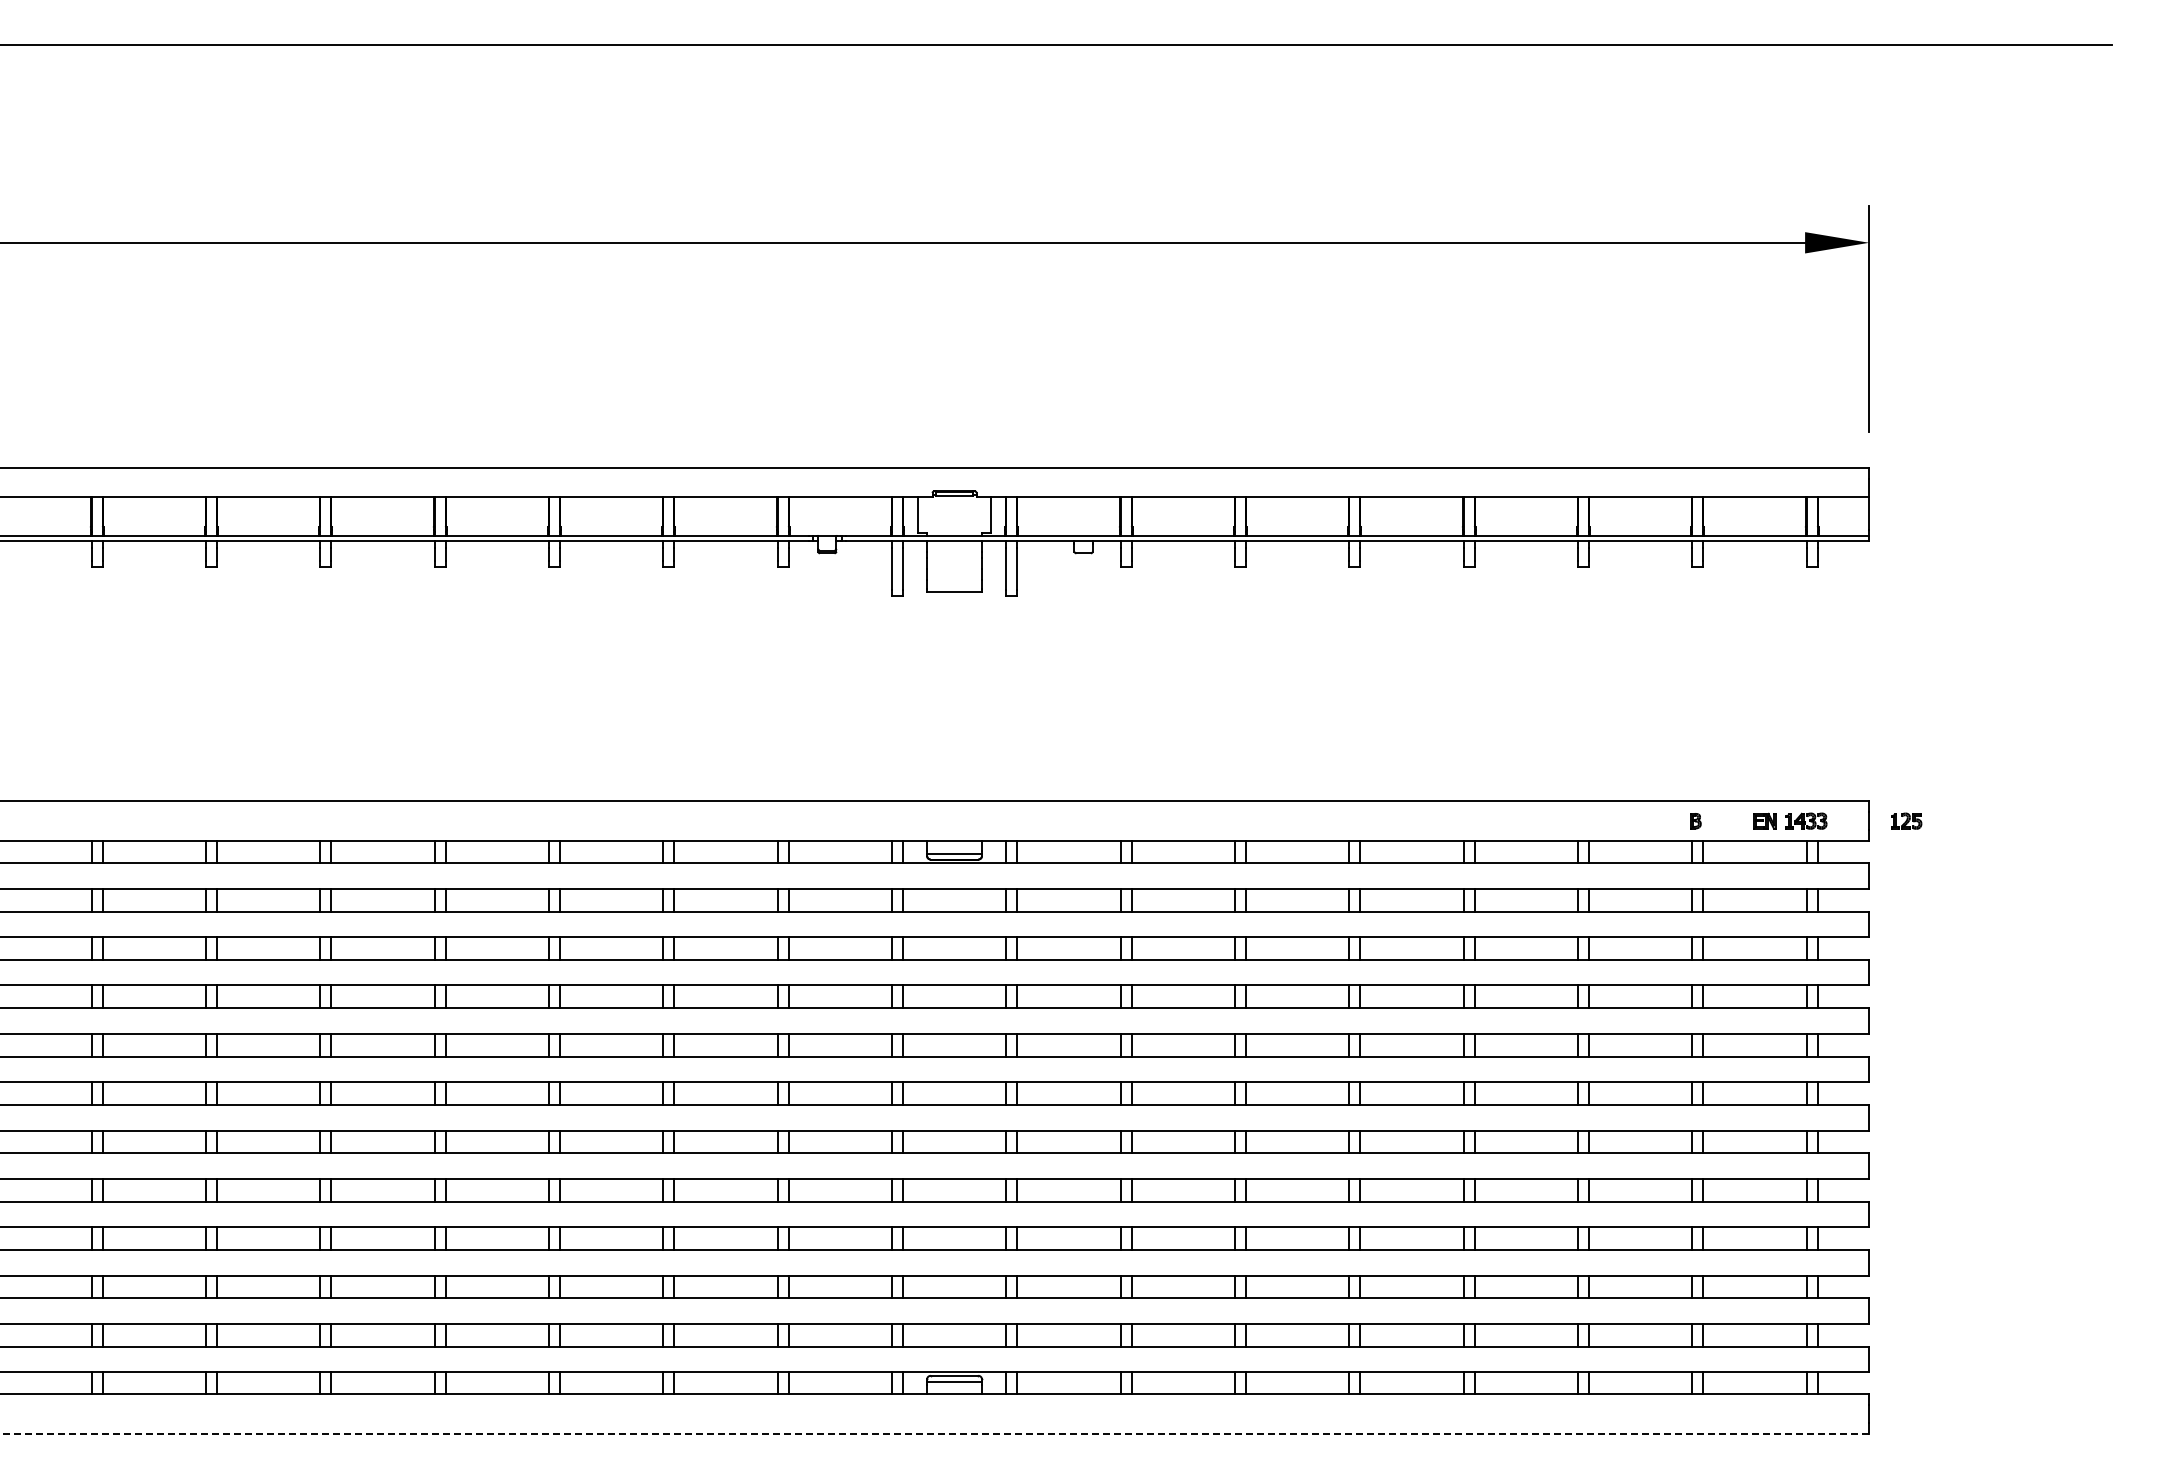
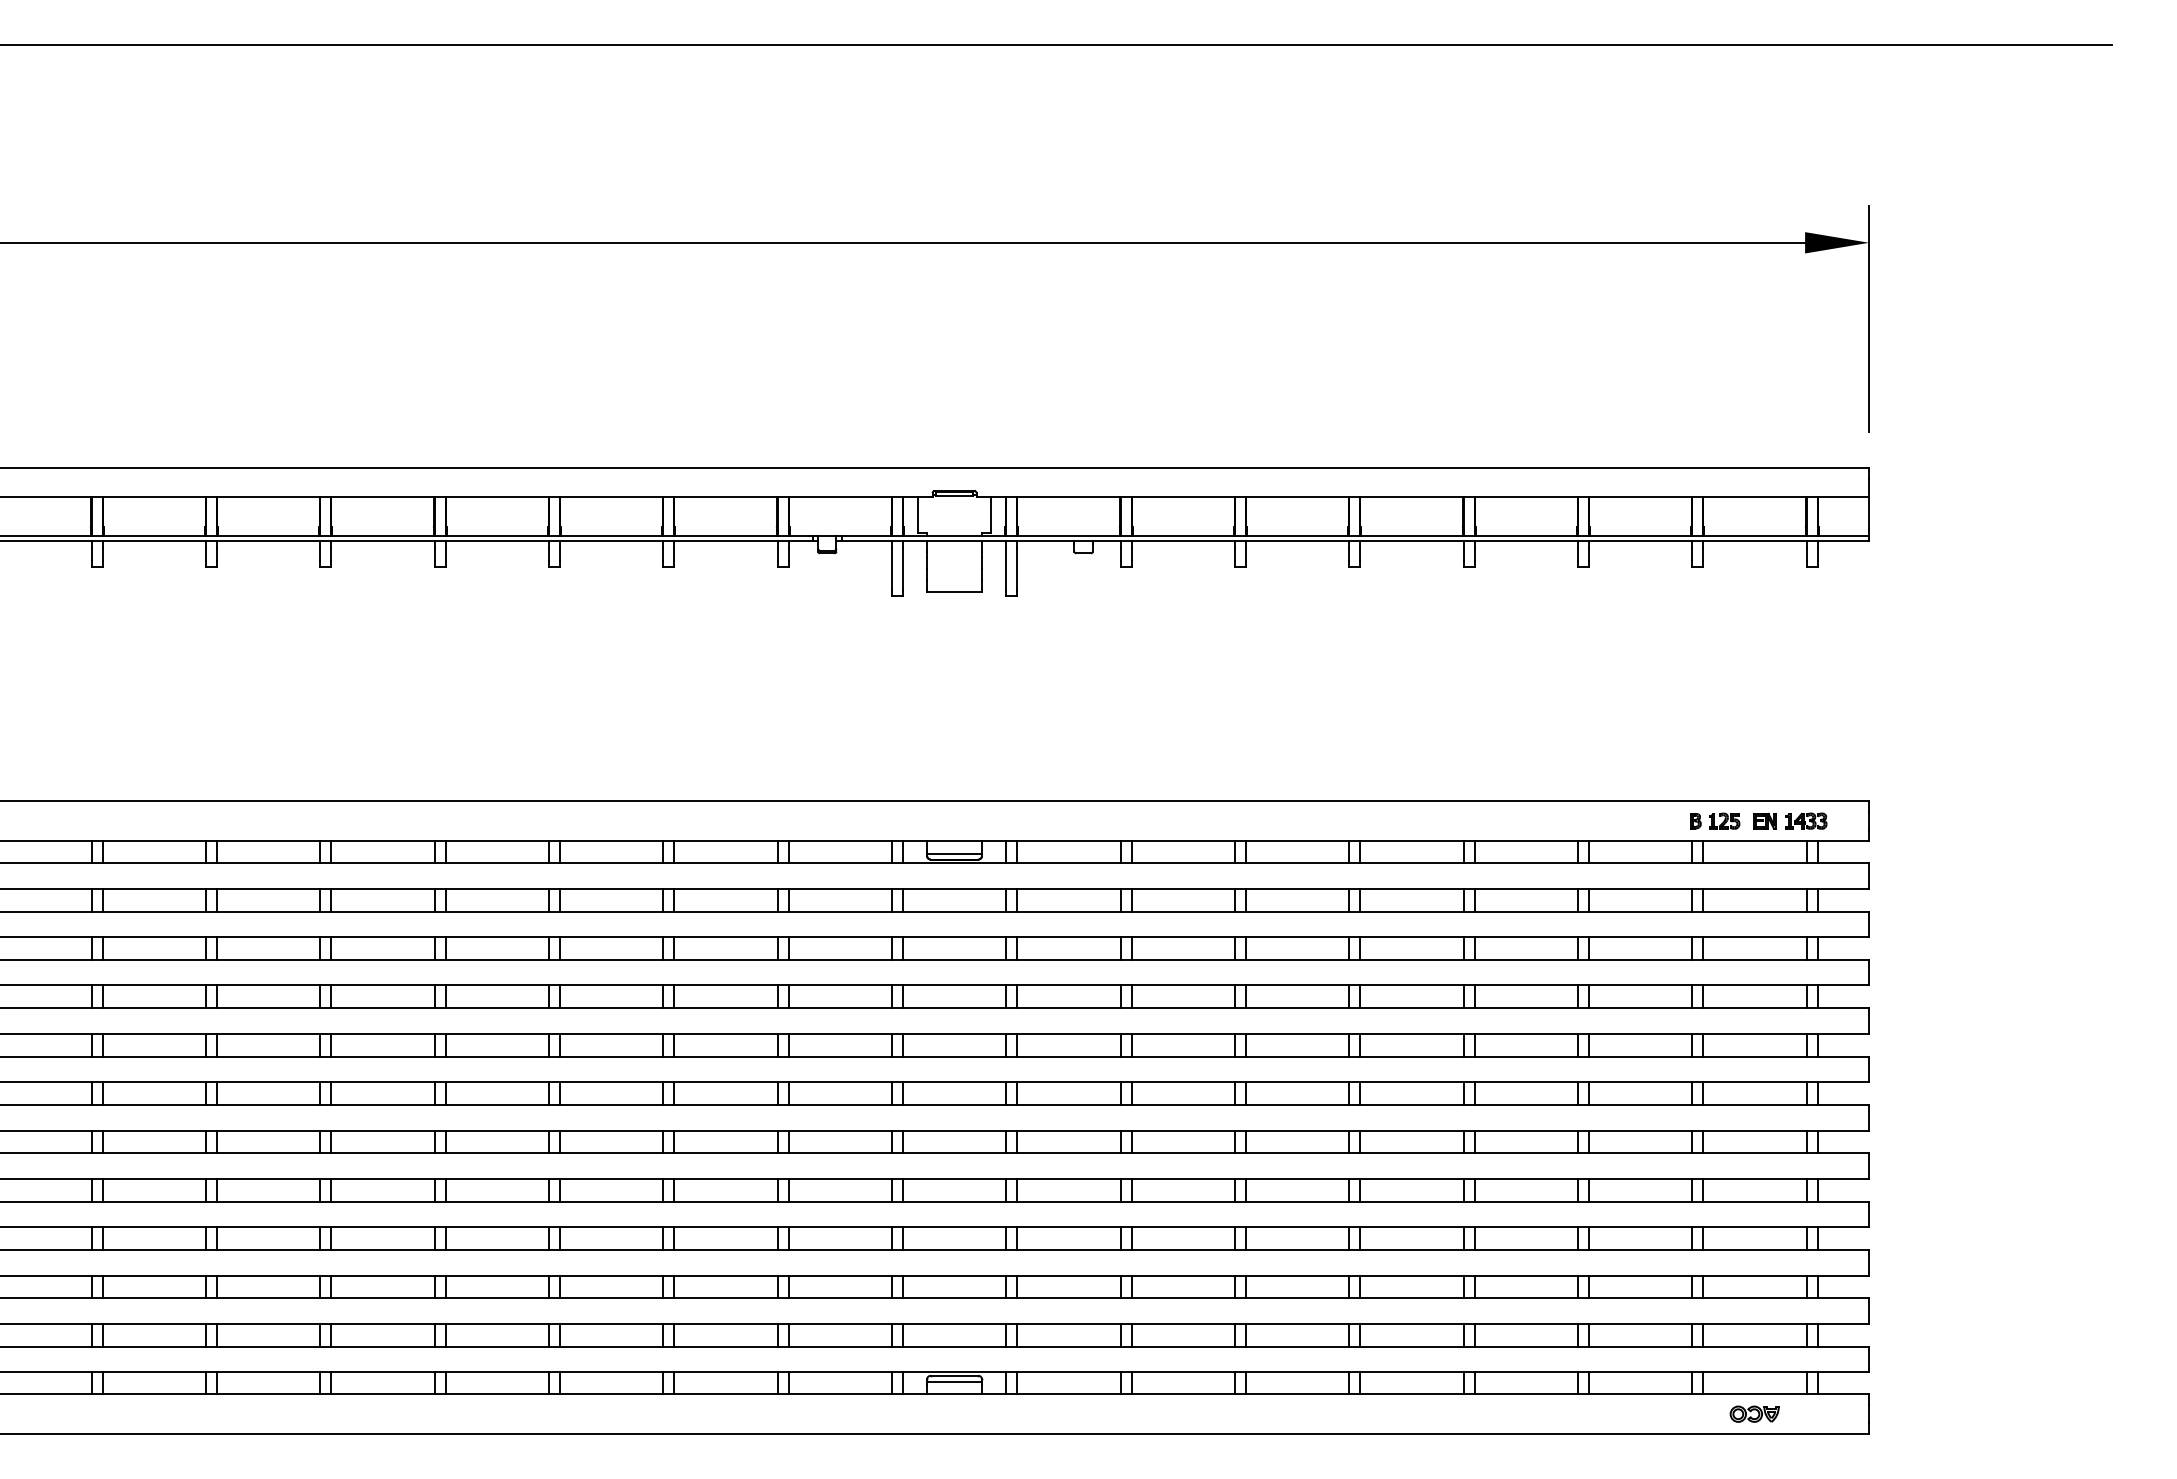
part at (1906, 820) position: (1906, 820) -> (1724, 820)
part at (1754, 1413): none -> present
line at (934, 1434): dashed -> solid
